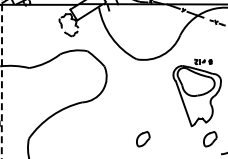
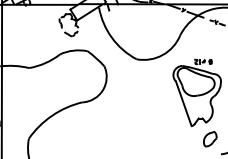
line at (1, 79): dashed -> solid
part at (143, 139): present -> none
